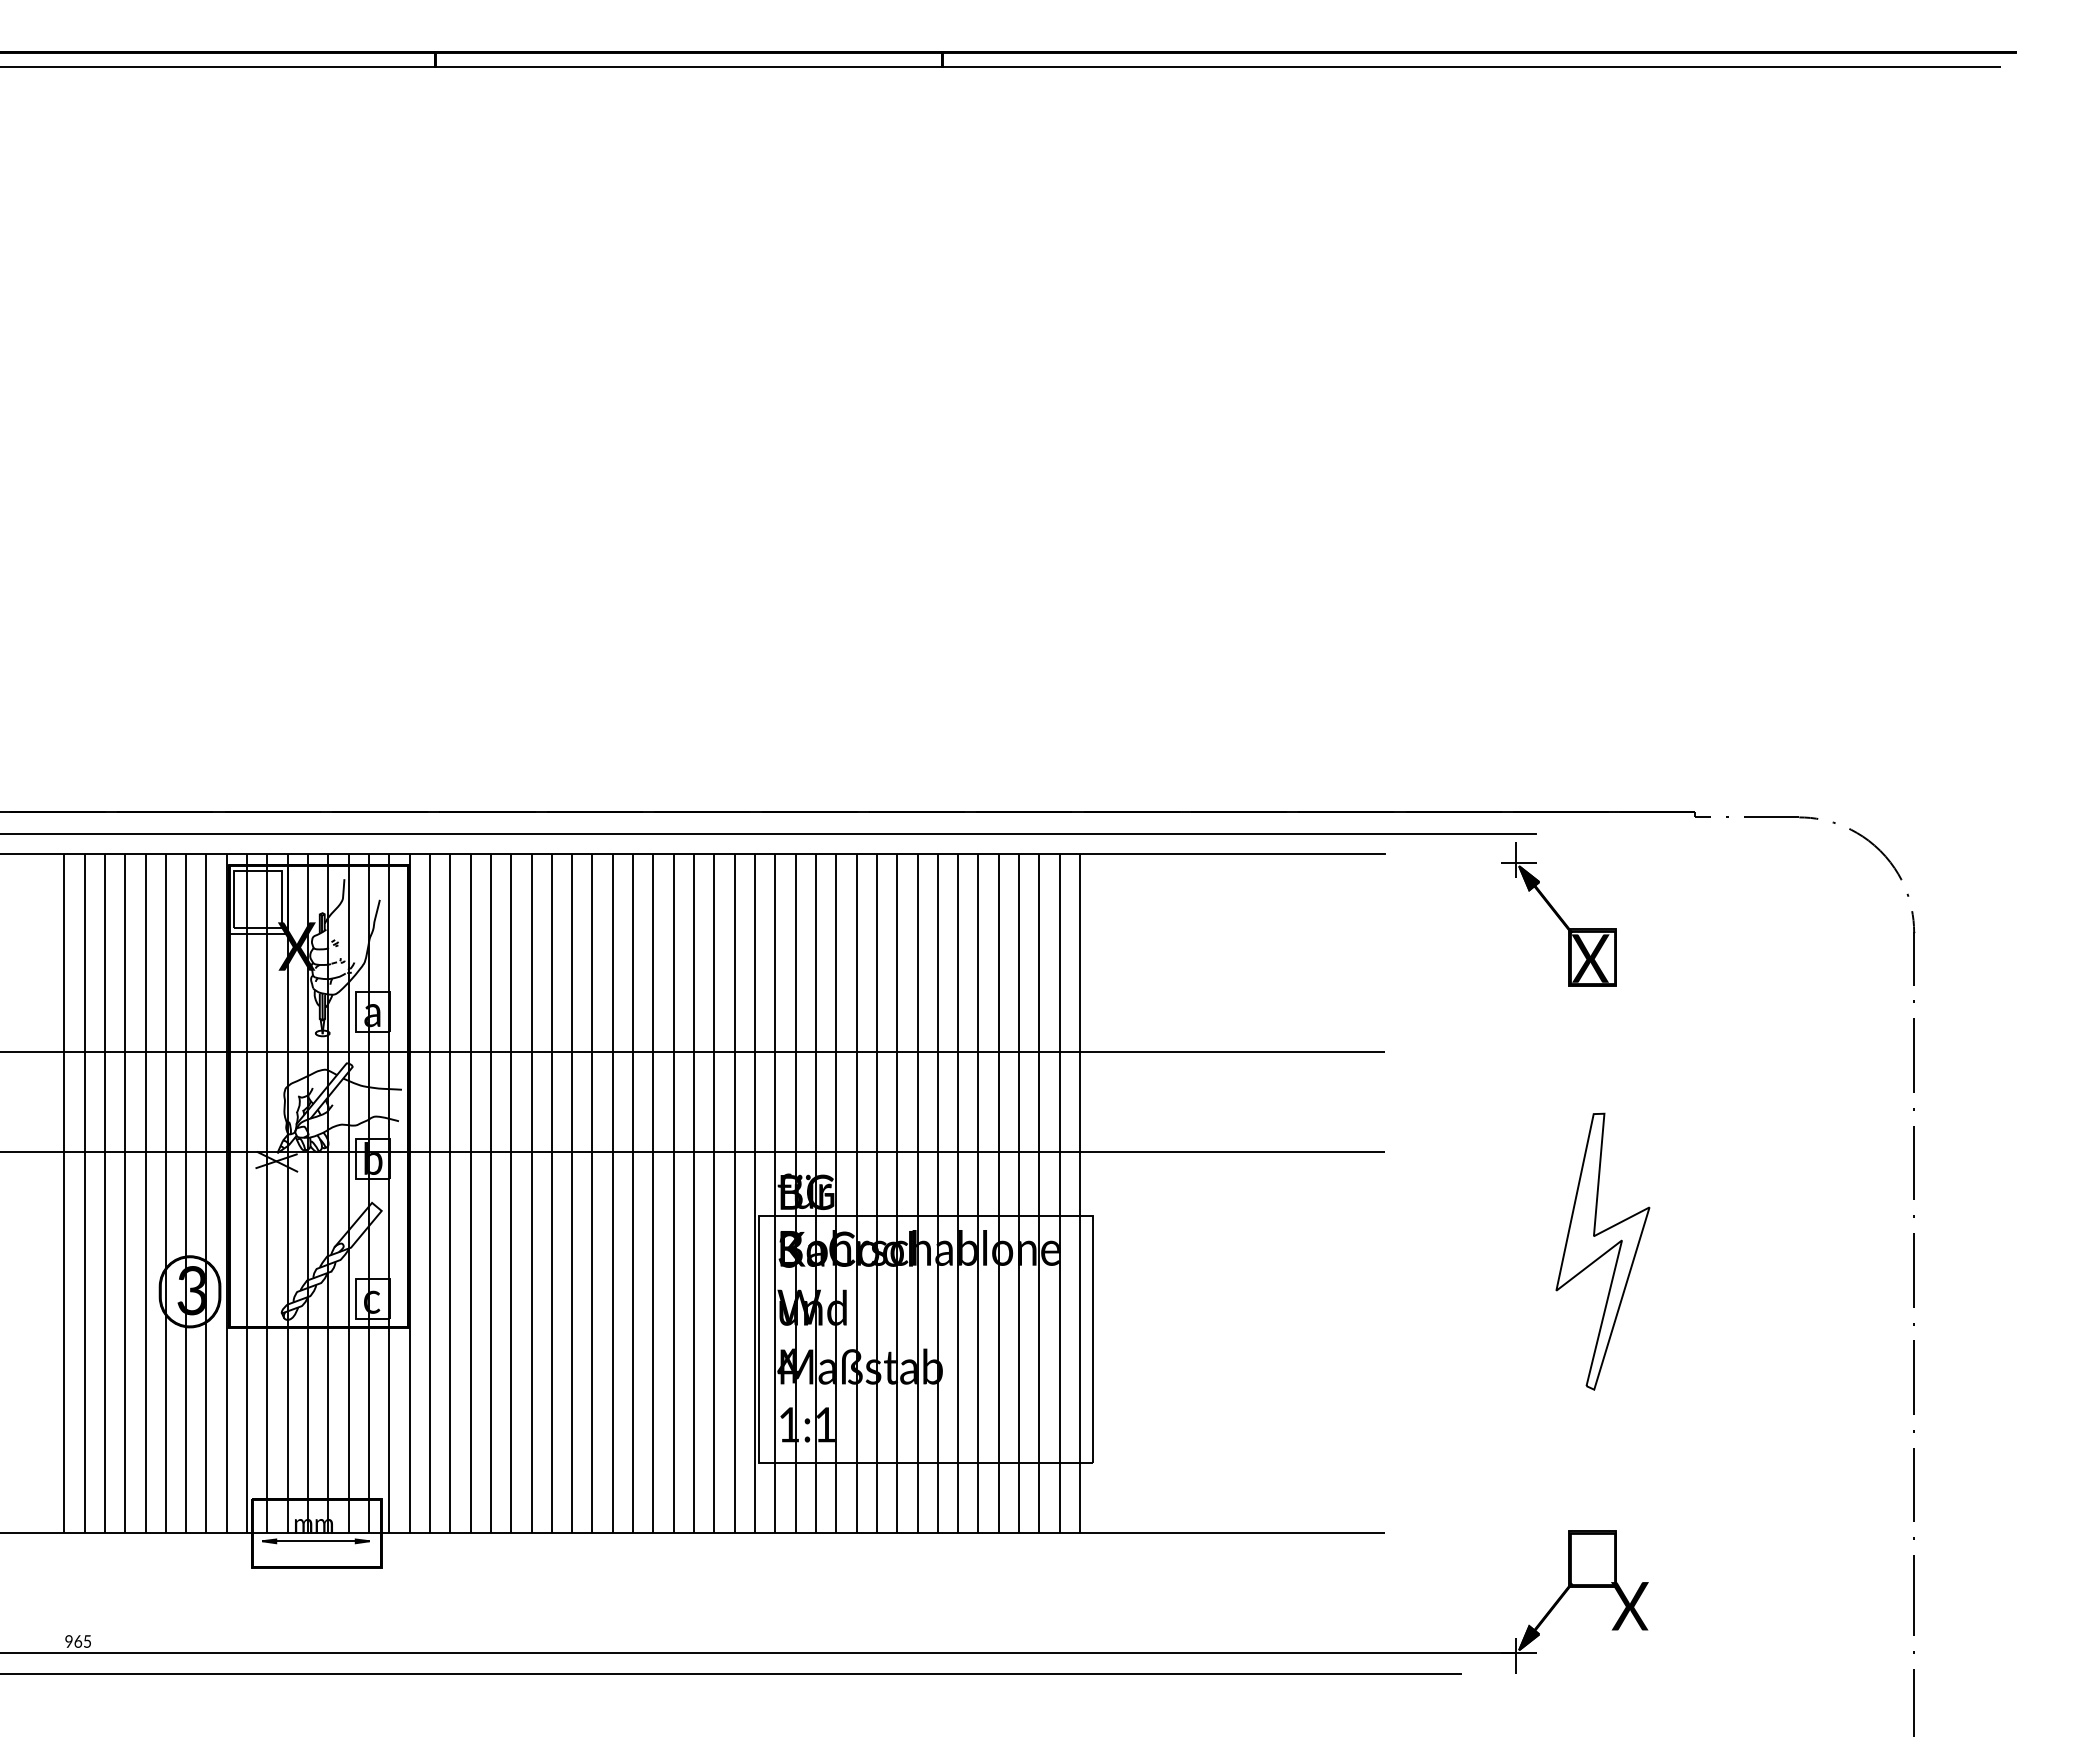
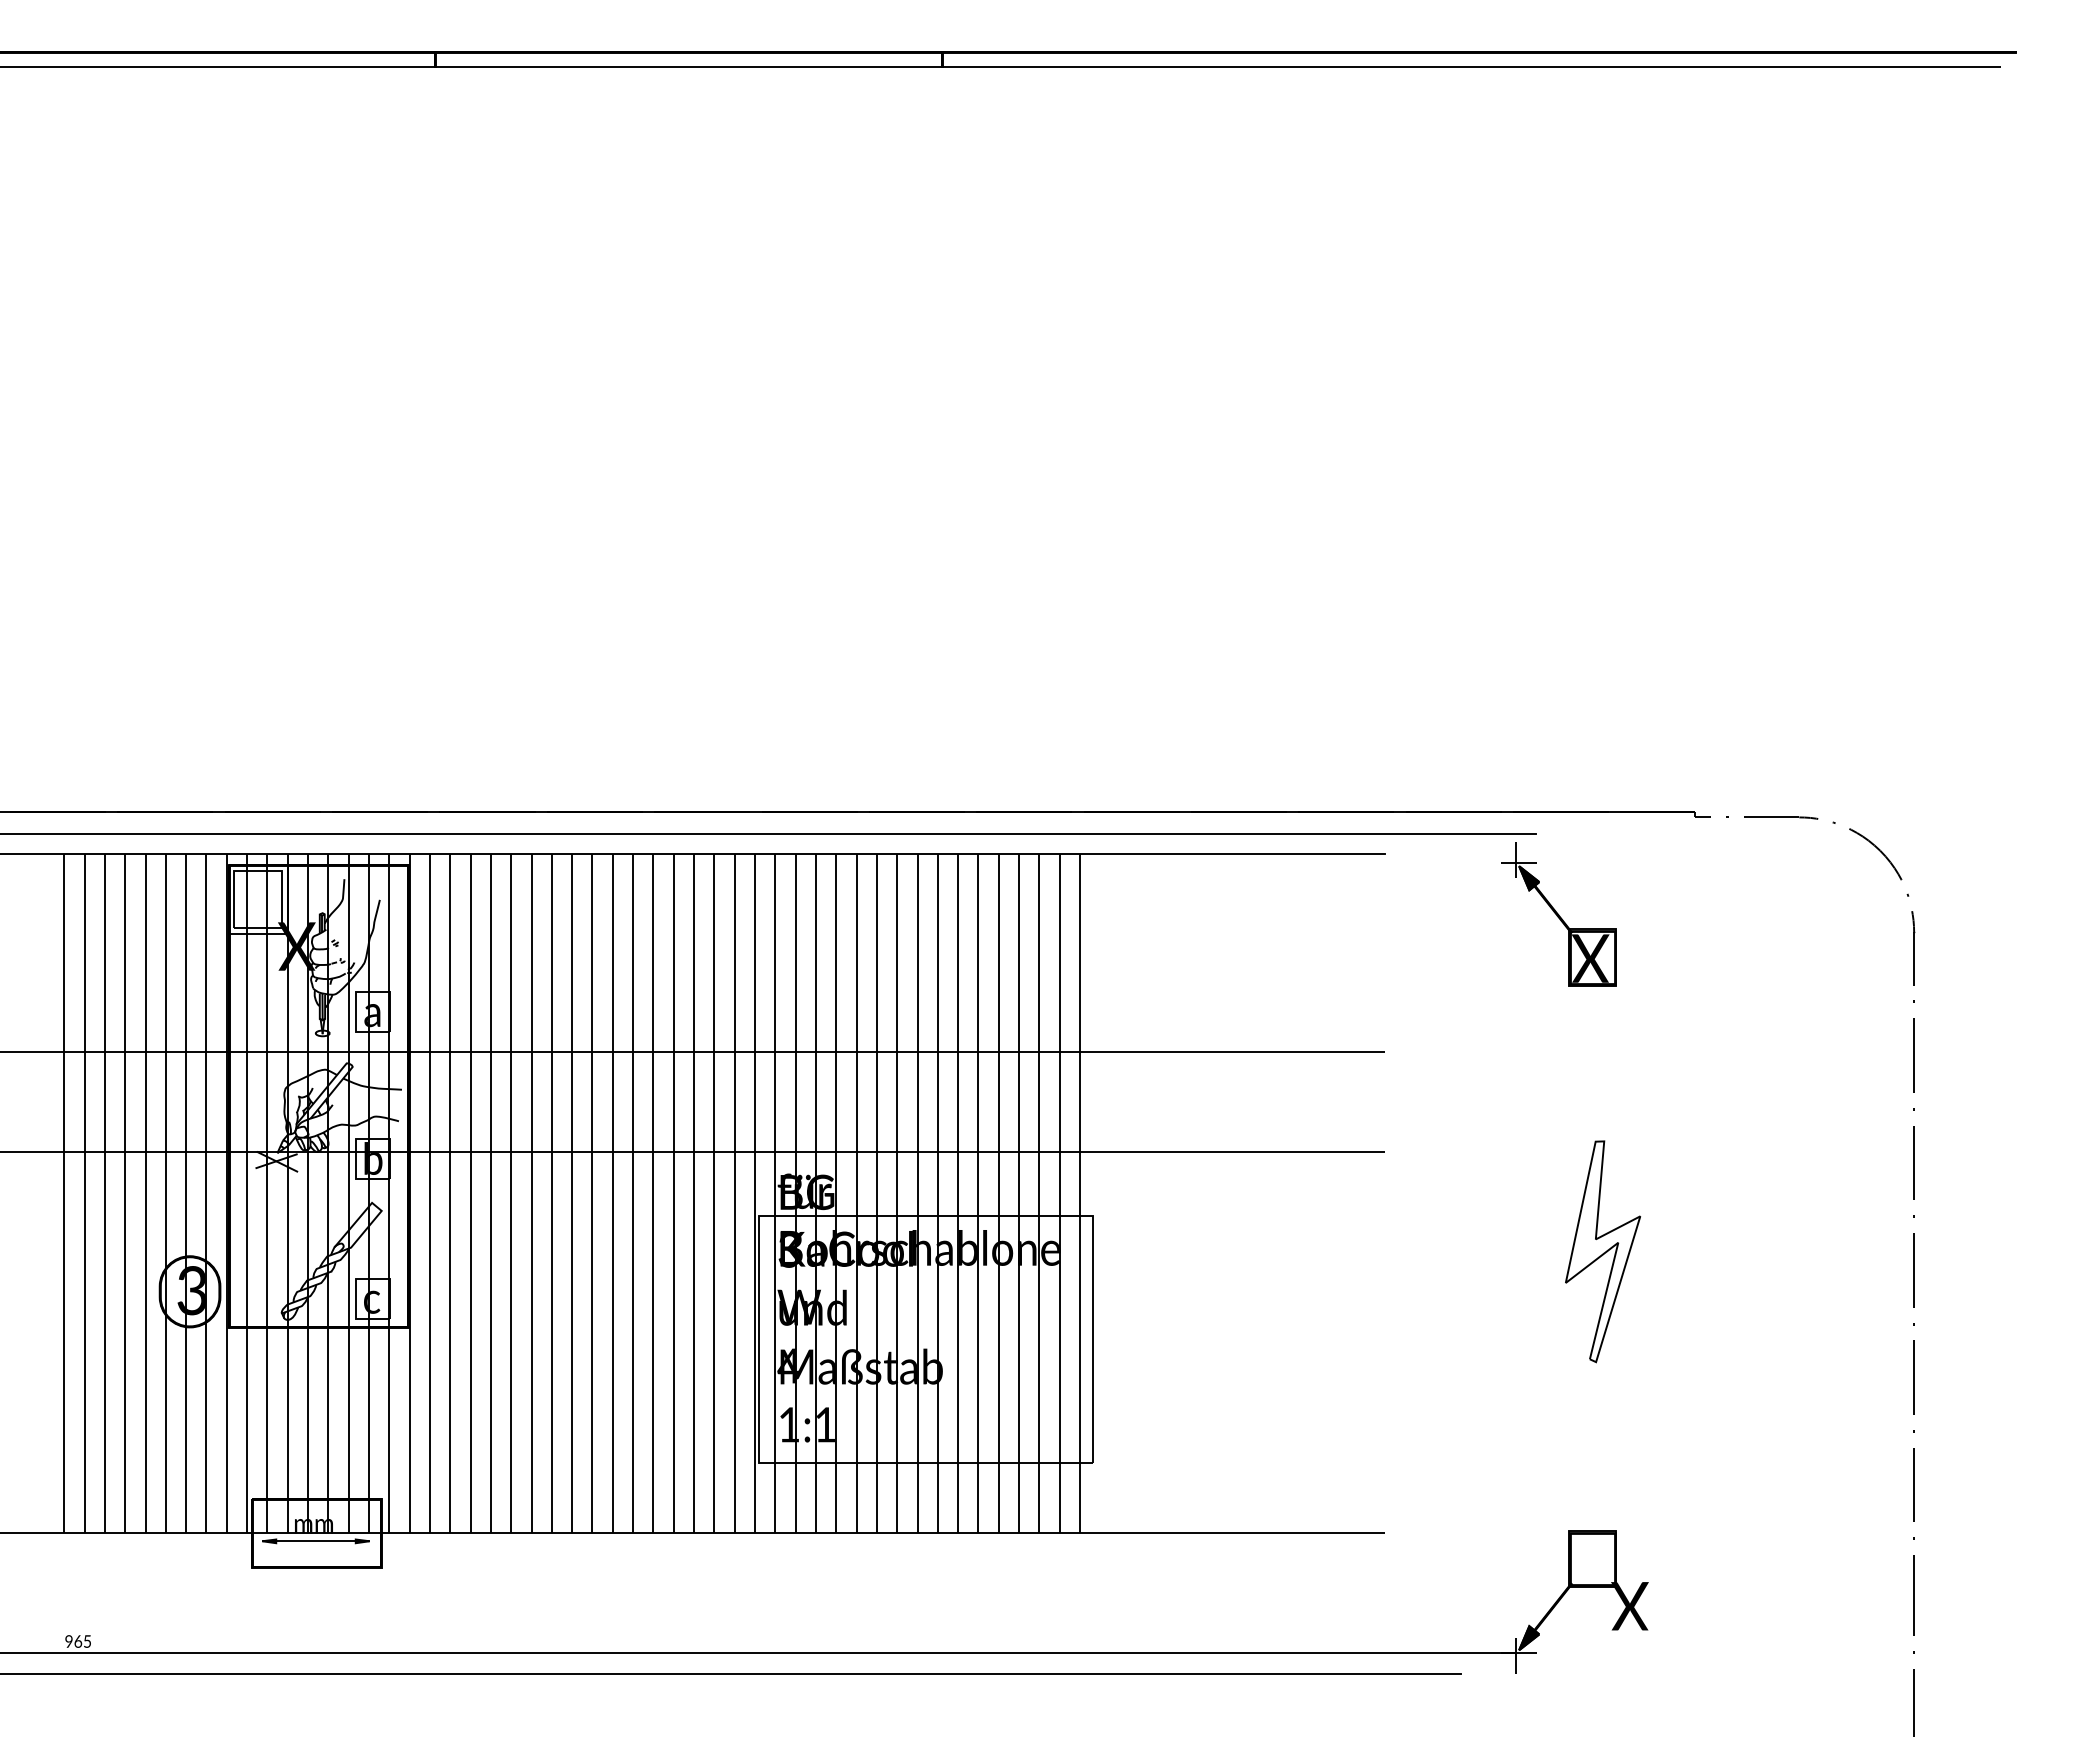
part at (1602, 1251) size: 96x279 px -> 77x224 px
